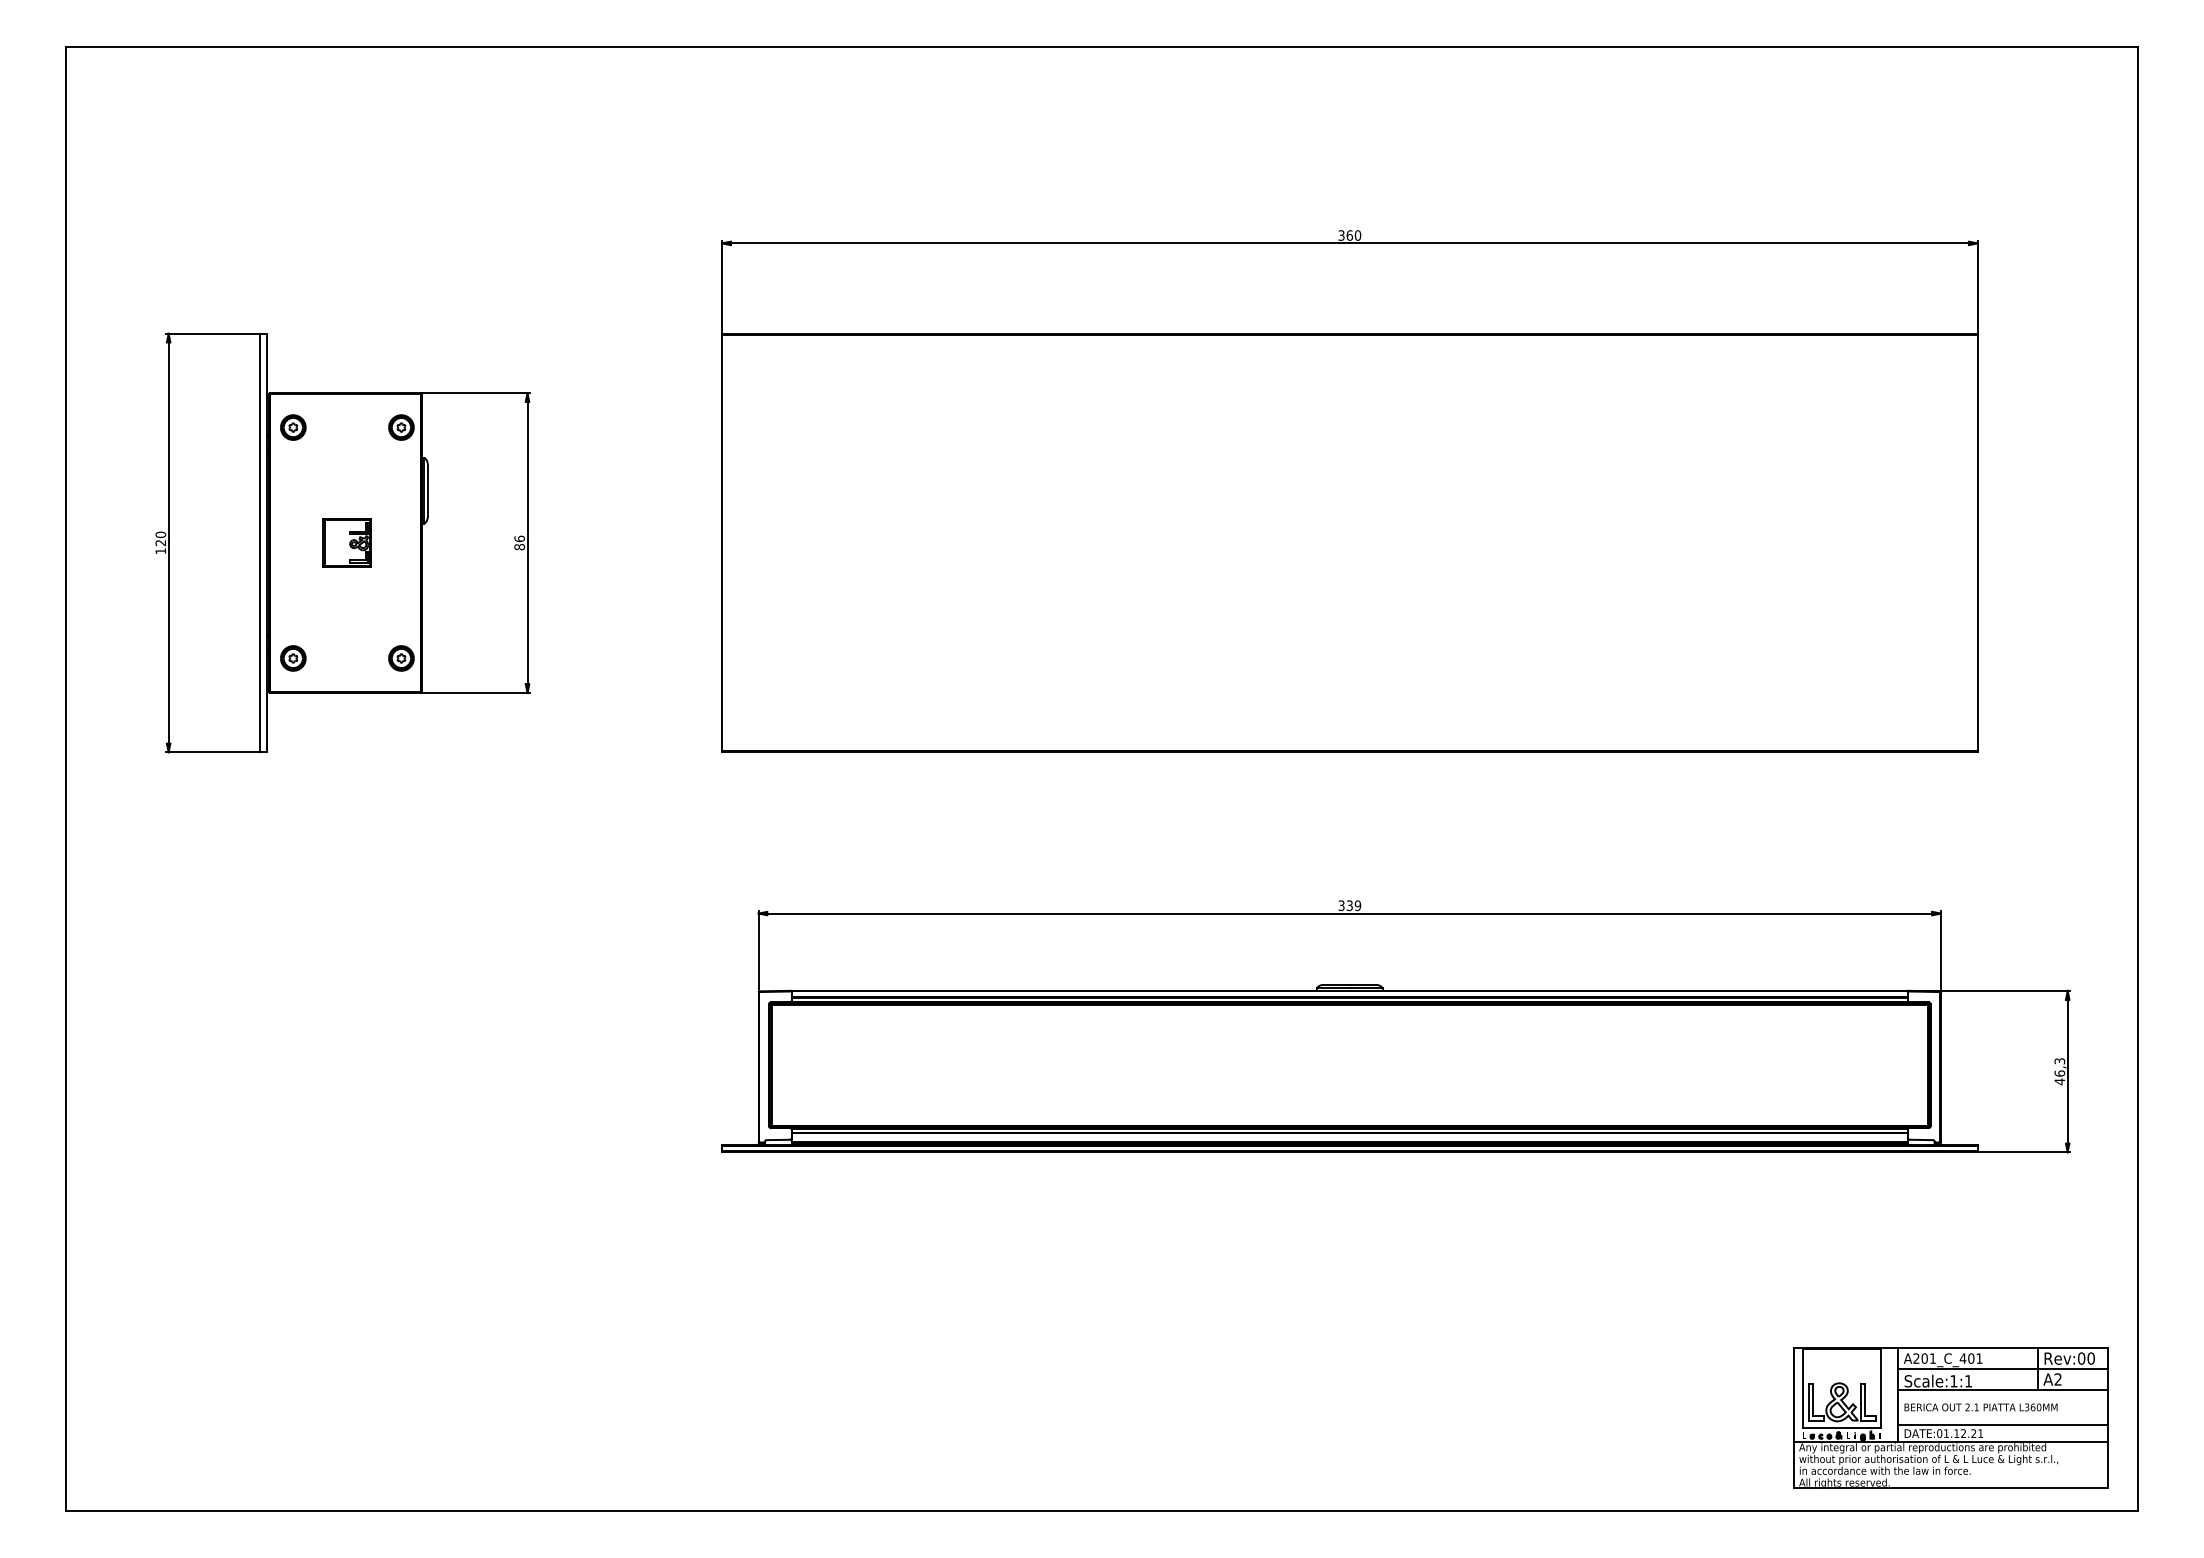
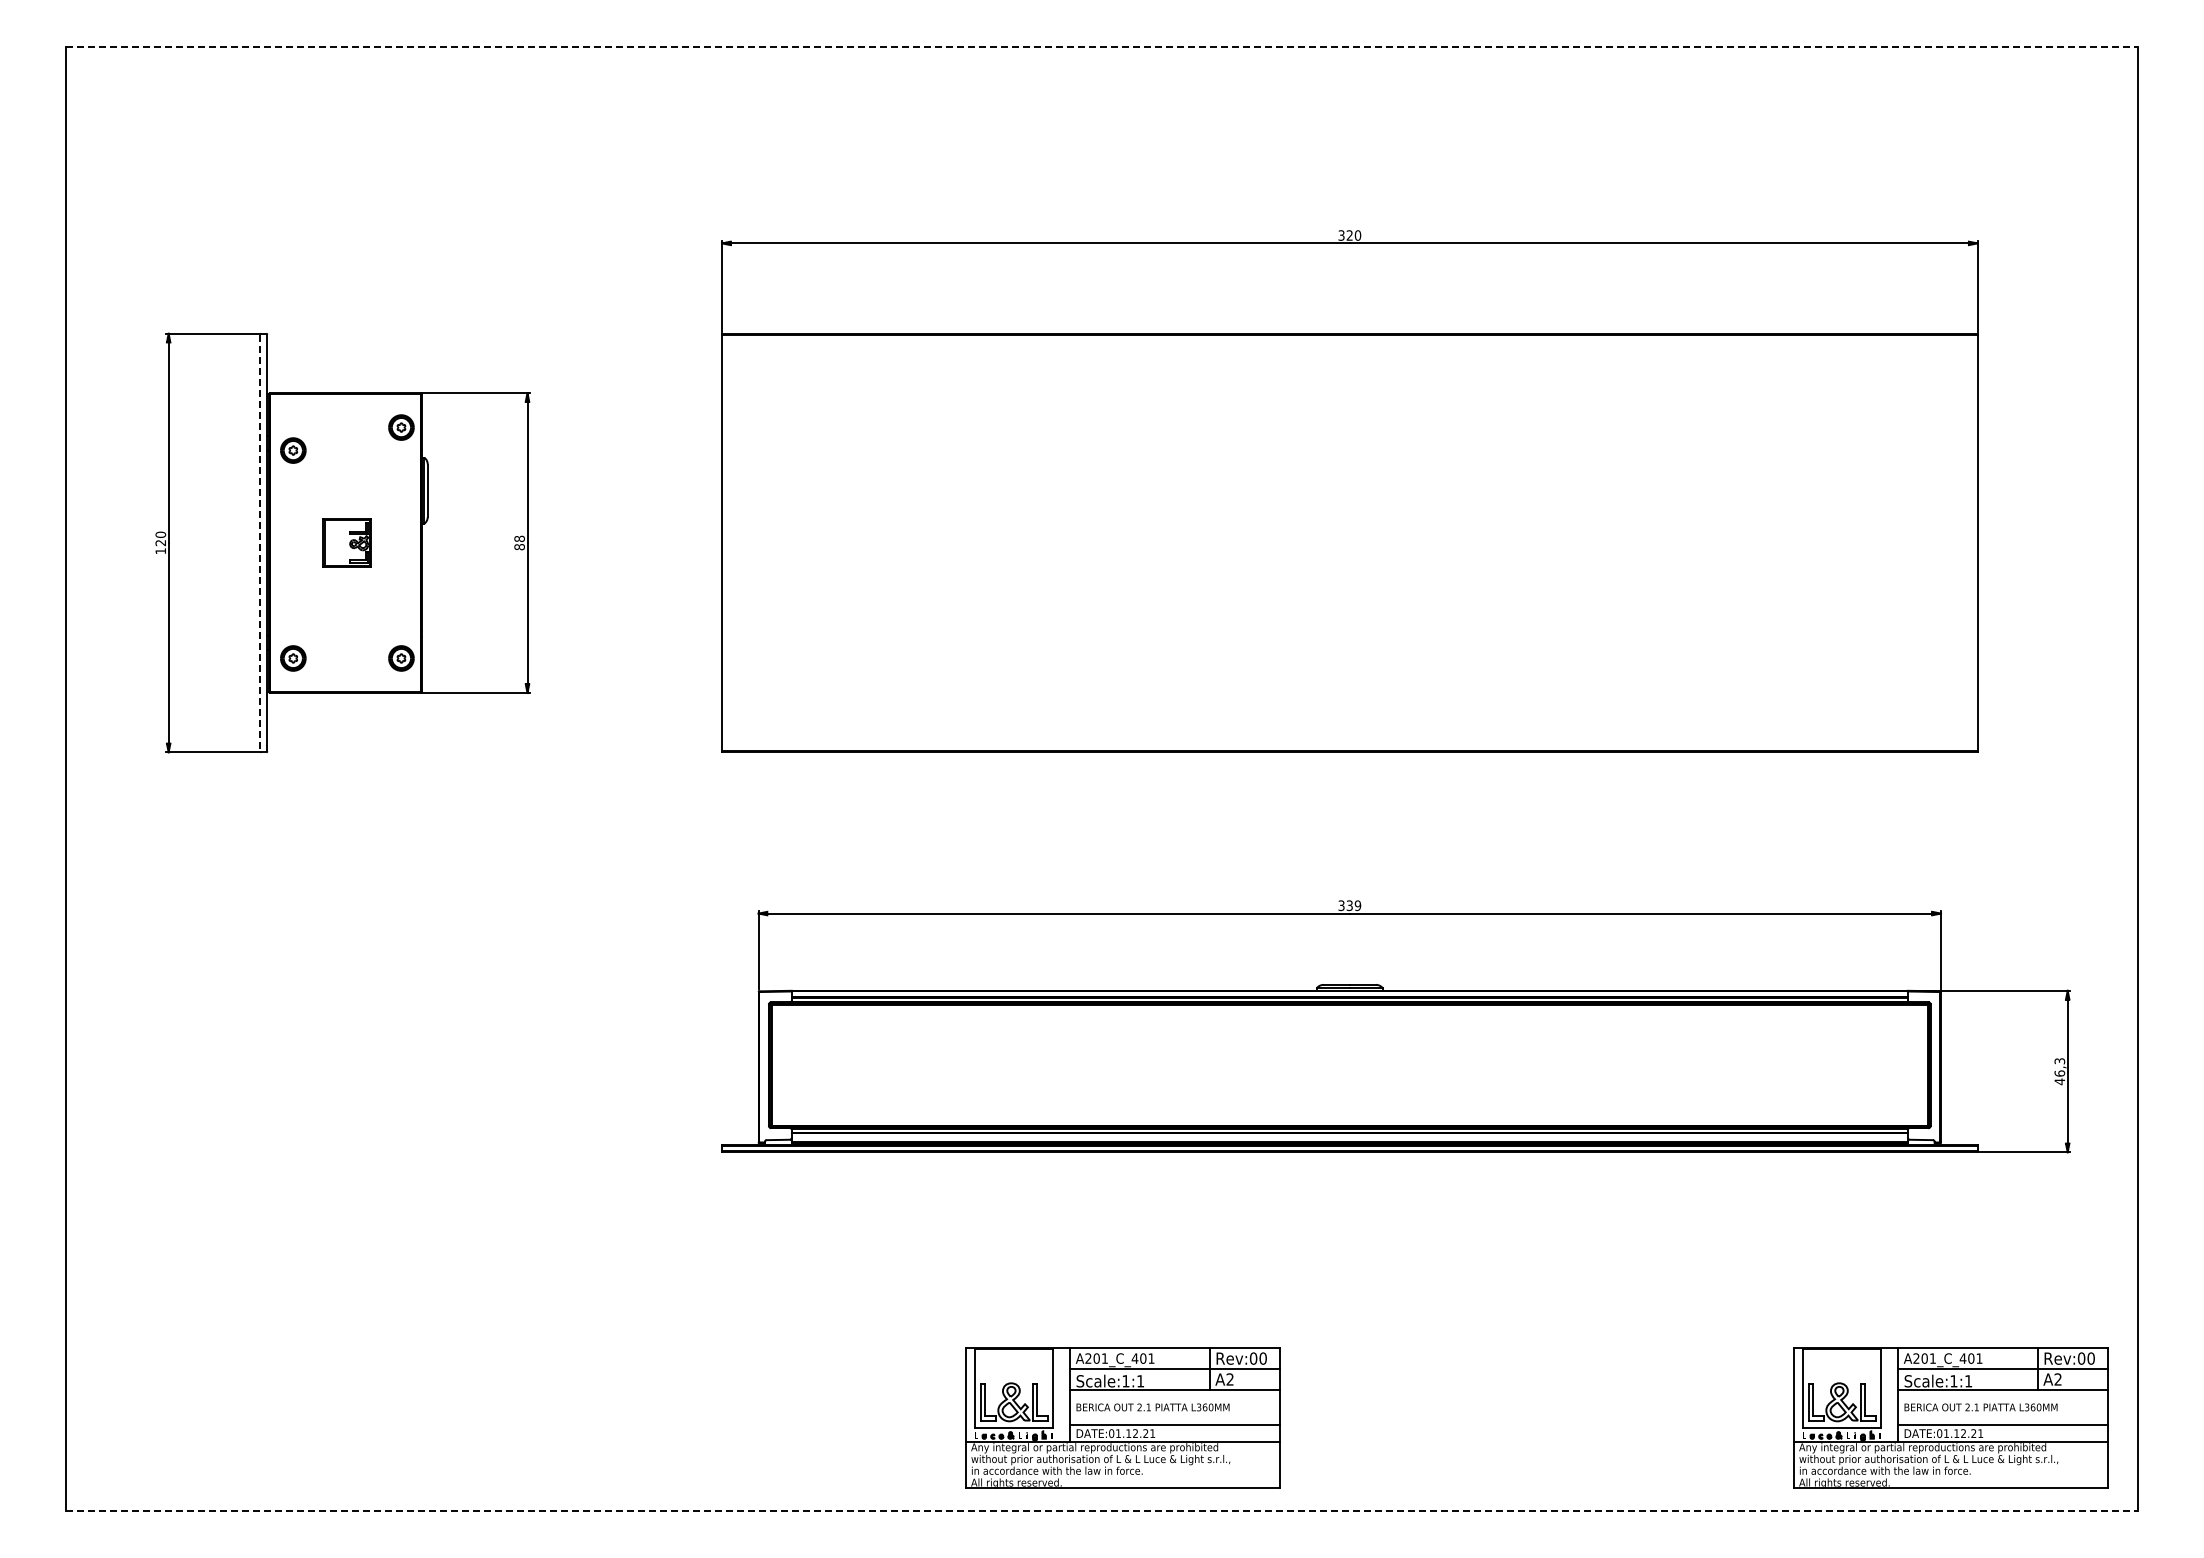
line at (1102, 46): solid -> dashed
text at (1349, 235): 360 -> 320
part at (293, 427) position: (293, 427) -> (293, 450)
text at (519, 538): 86 -> 88
line at (260, 543): solid -> dashed
part at (1122, 1417): none -> present
line at (1102, 1511): solid -> dashed
